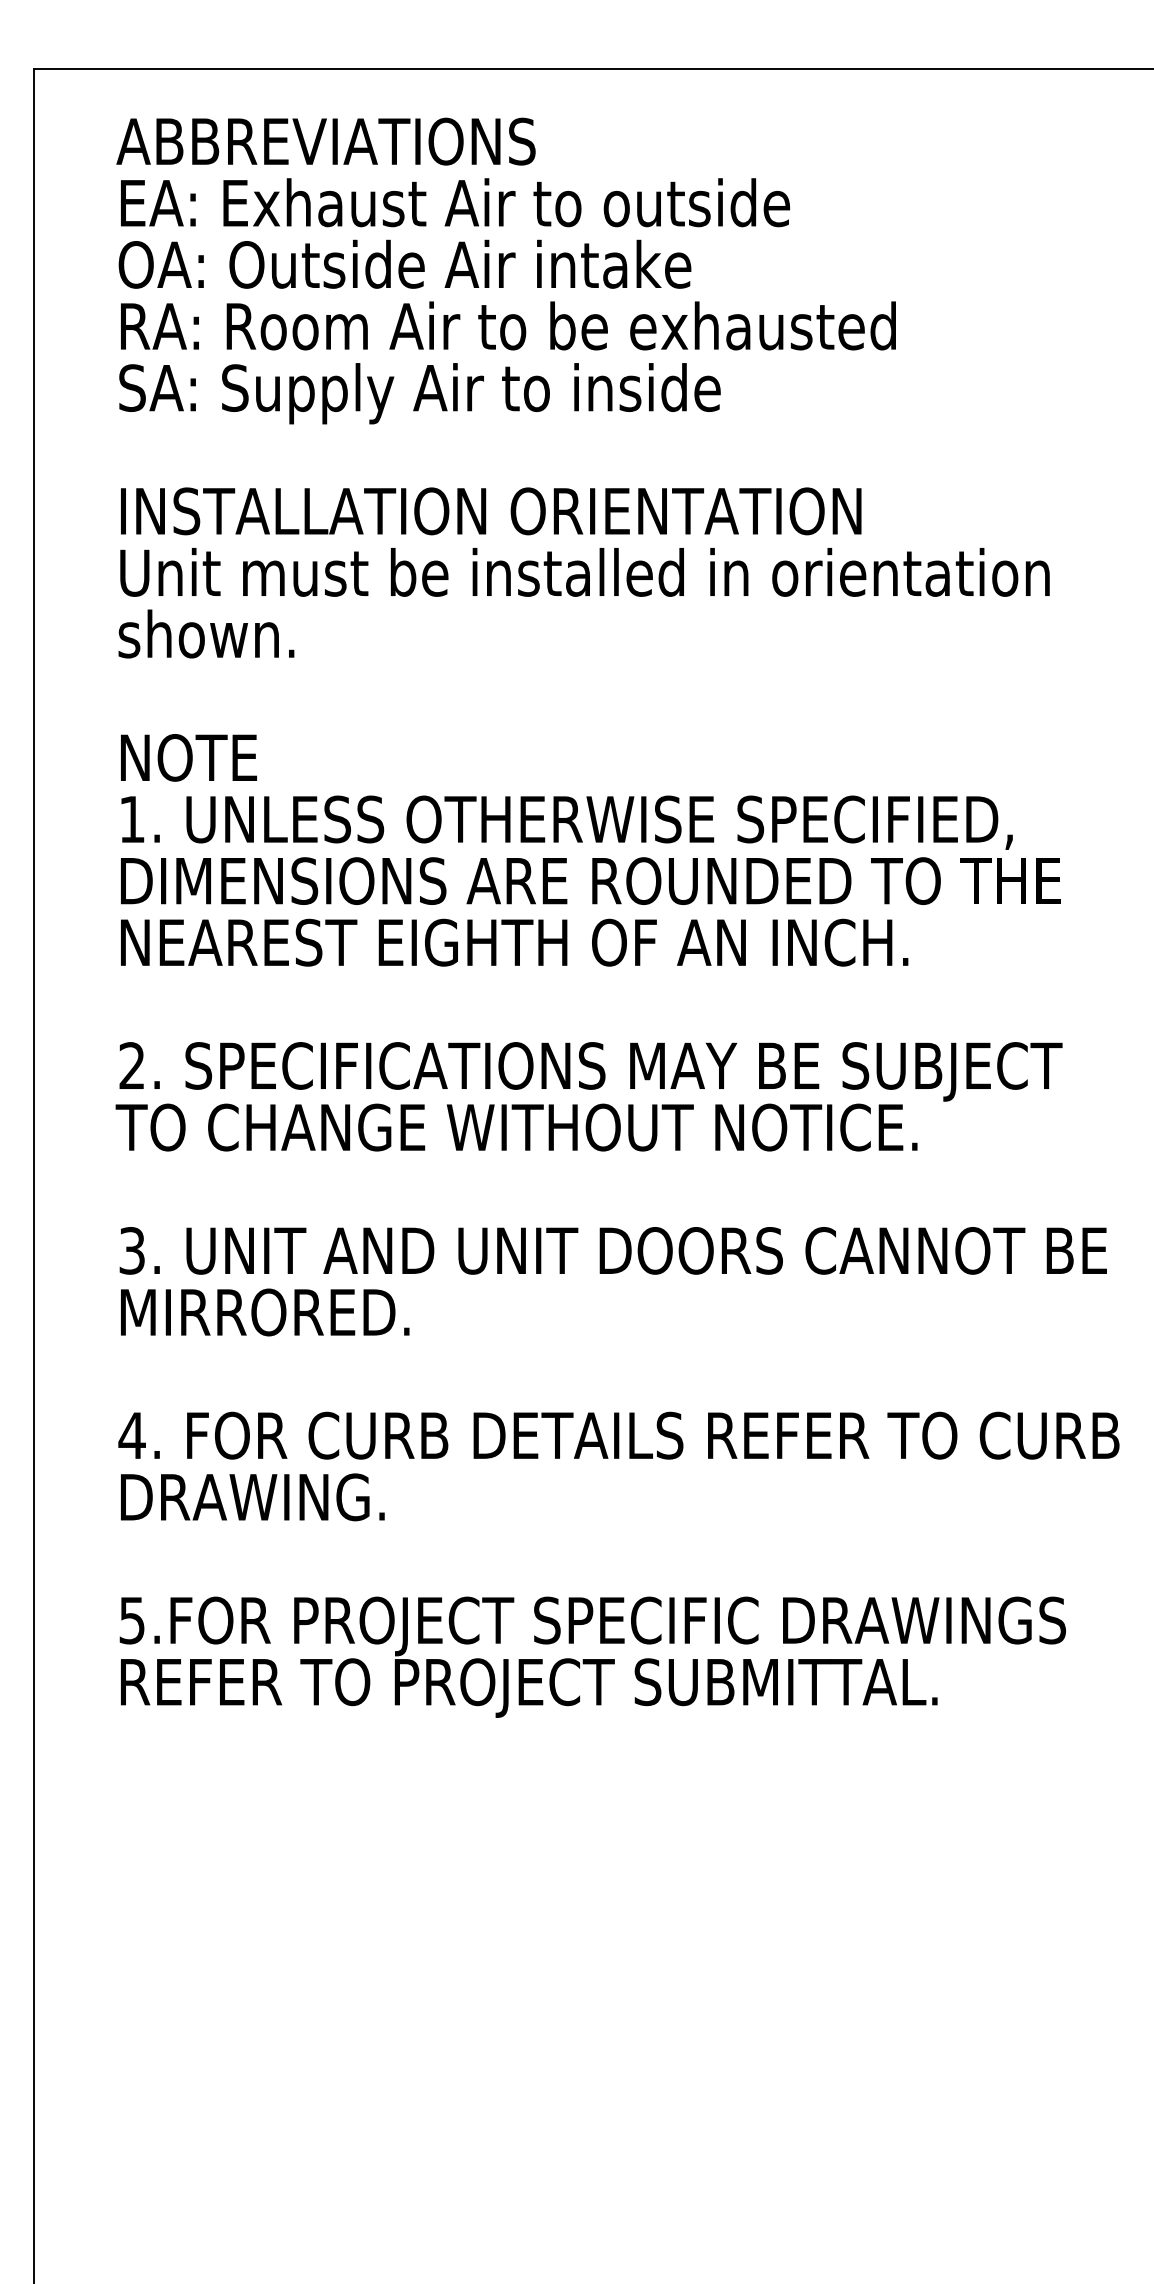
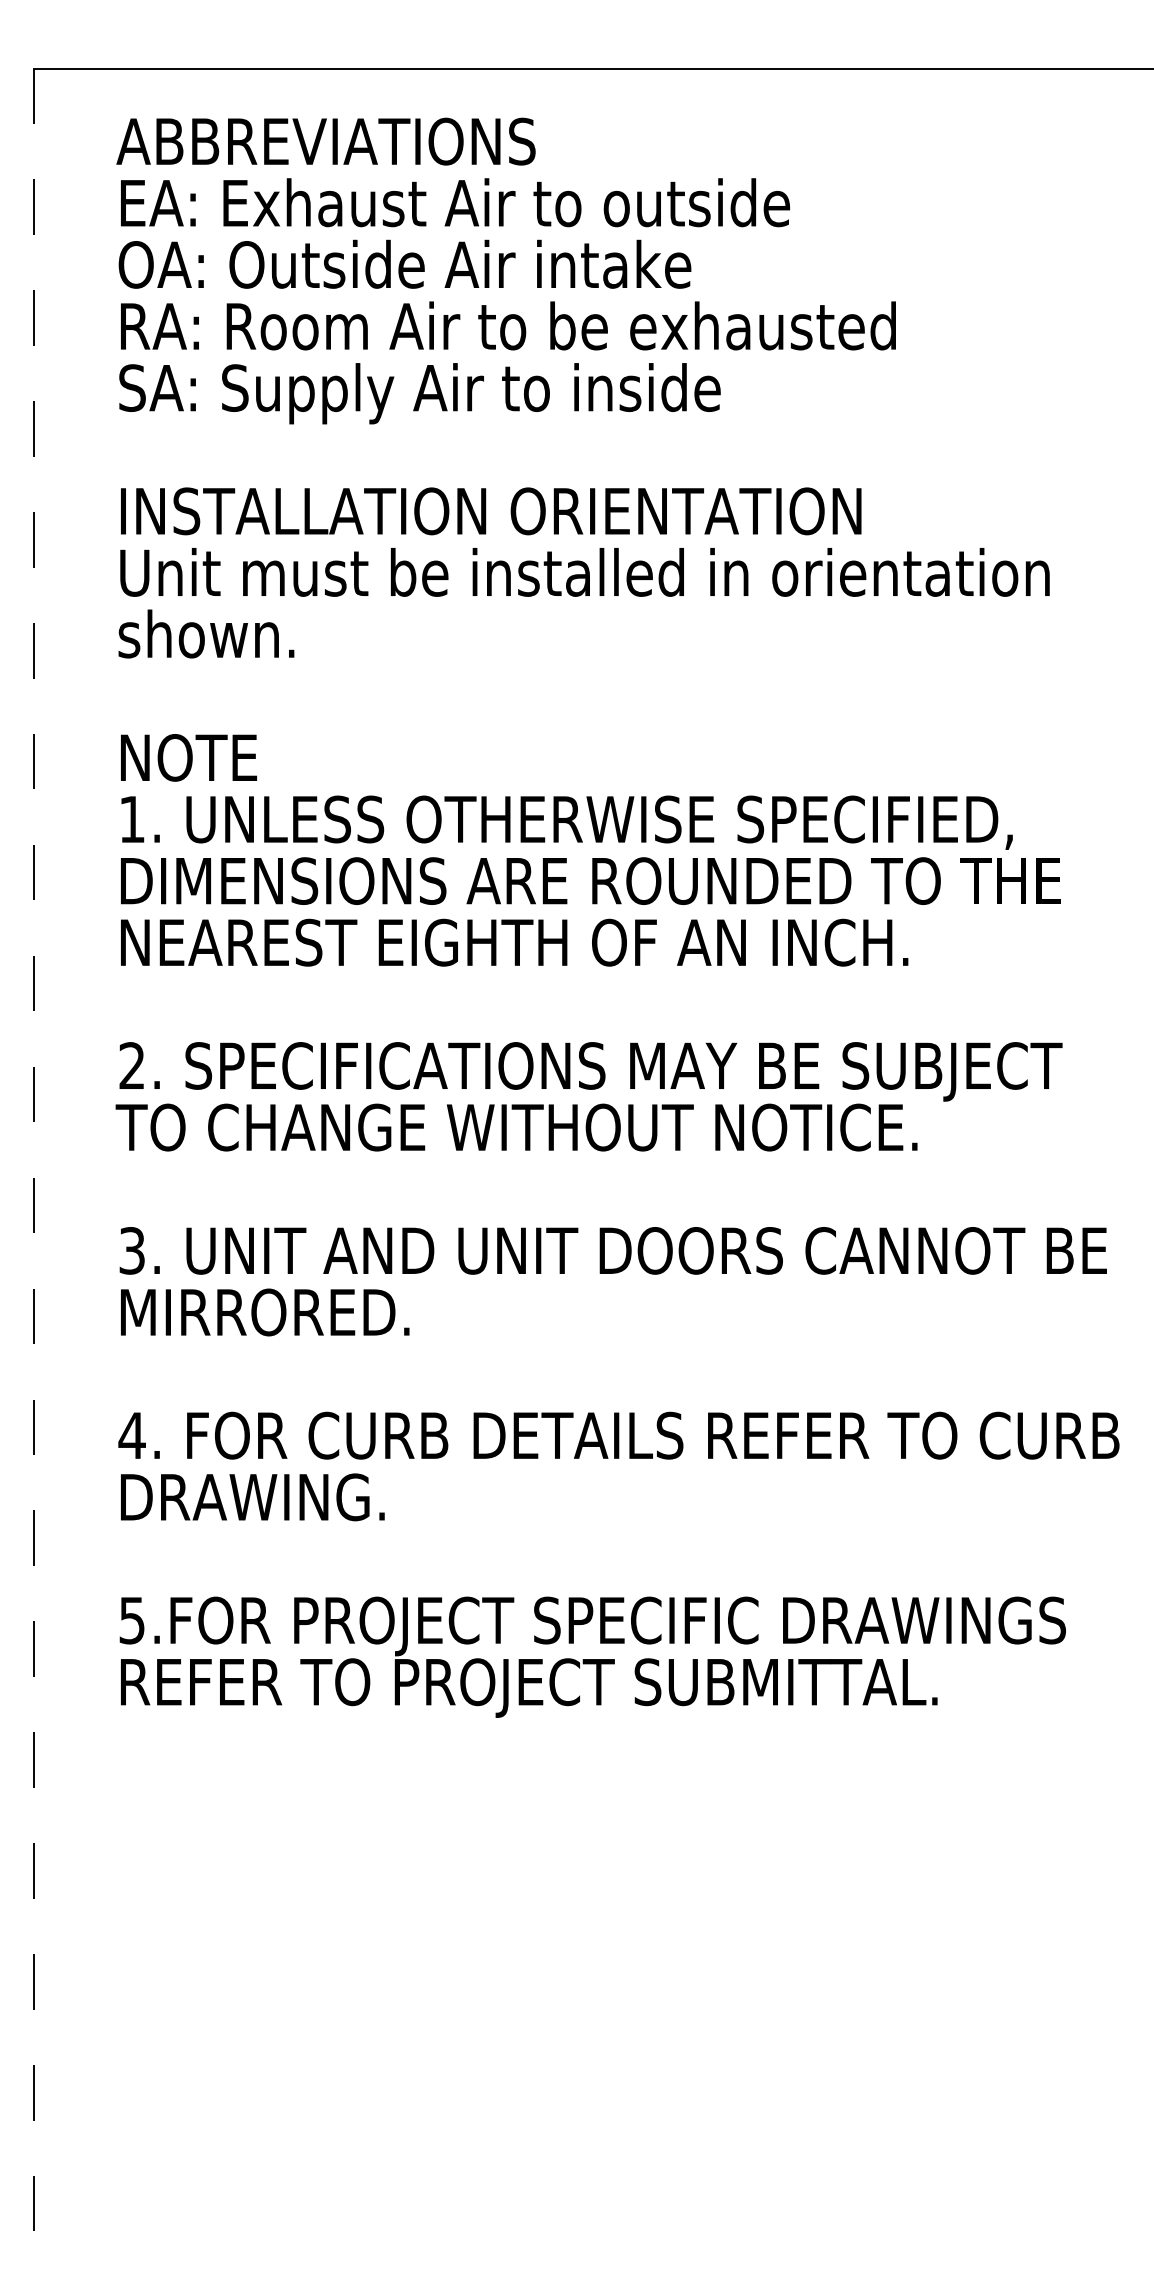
line at (34, 1176): solid -> dashed
